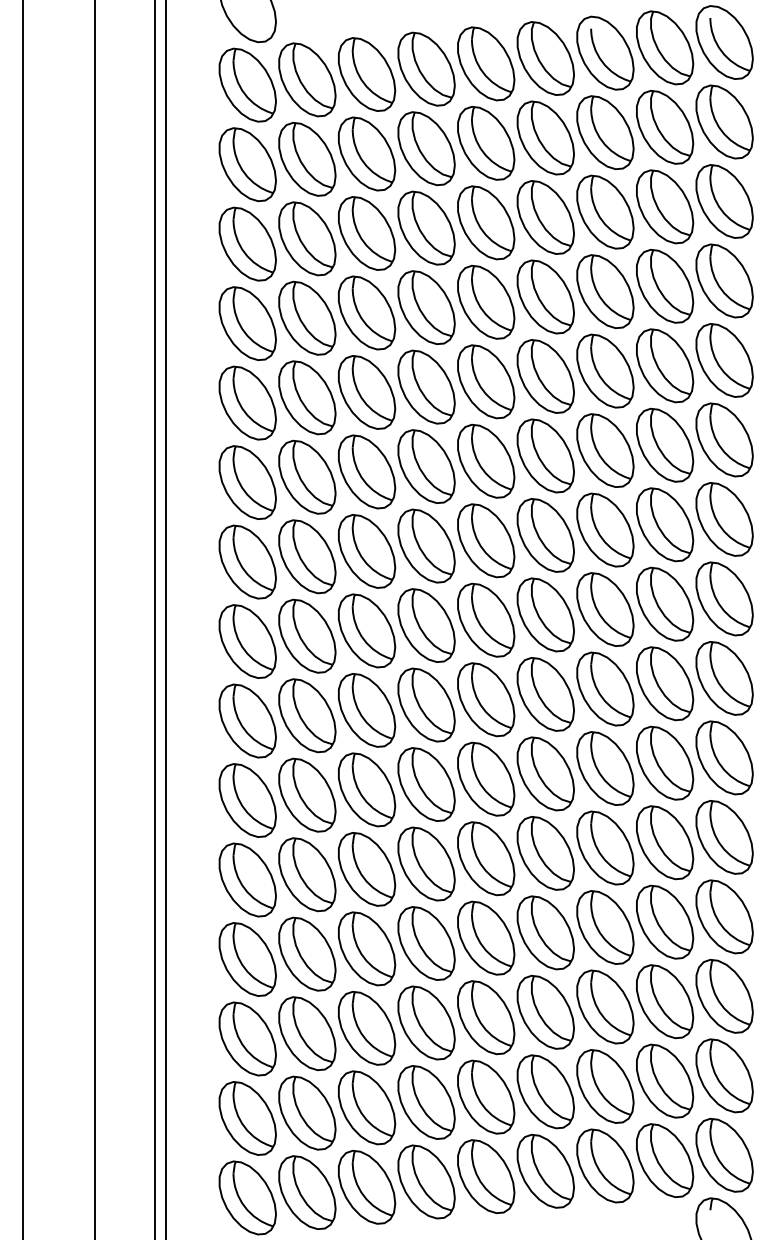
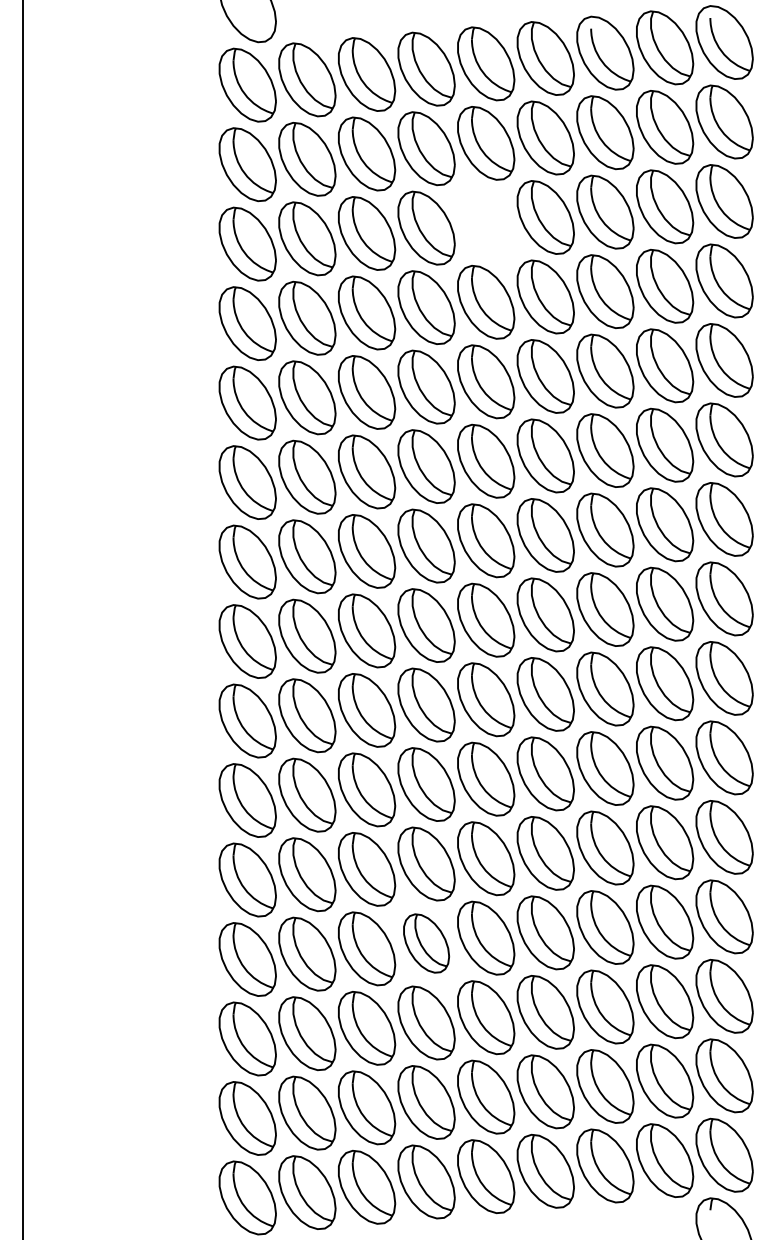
part at (486, 222): present -> none
line at (95, 619): present -> none
line at (154, 619): present -> none
line at (166, 619): present -> none
part at (426, 943) size: 59x75 px -> 48x61 px
